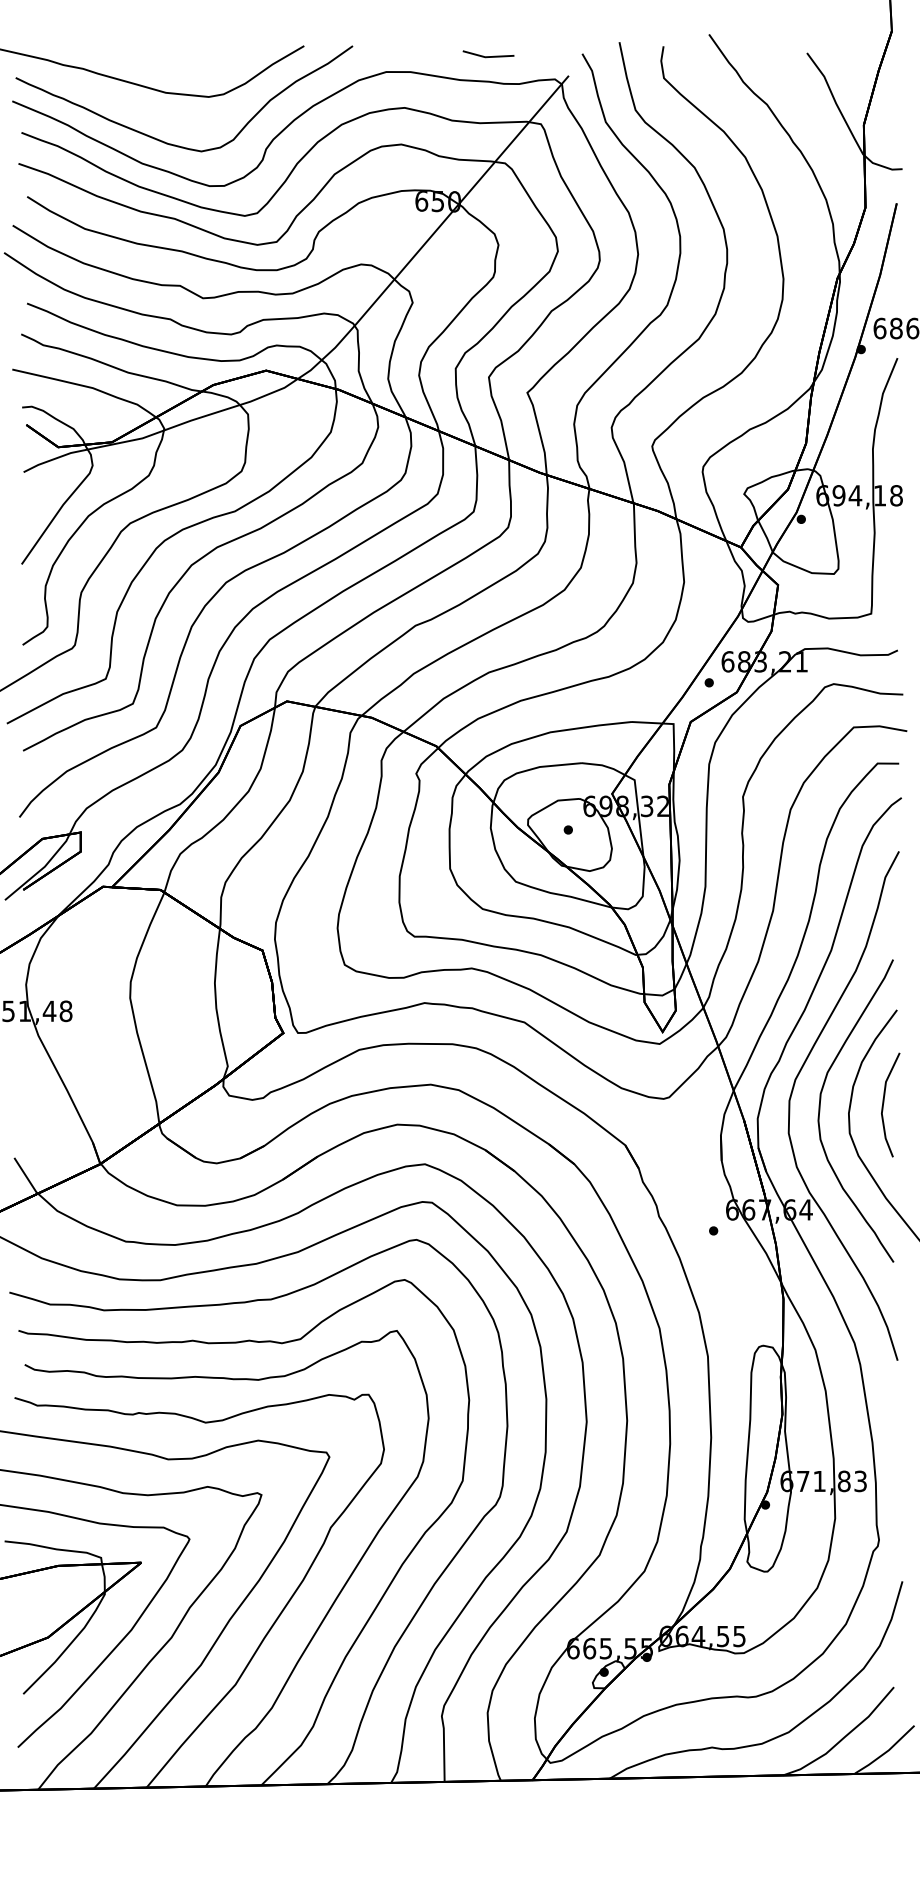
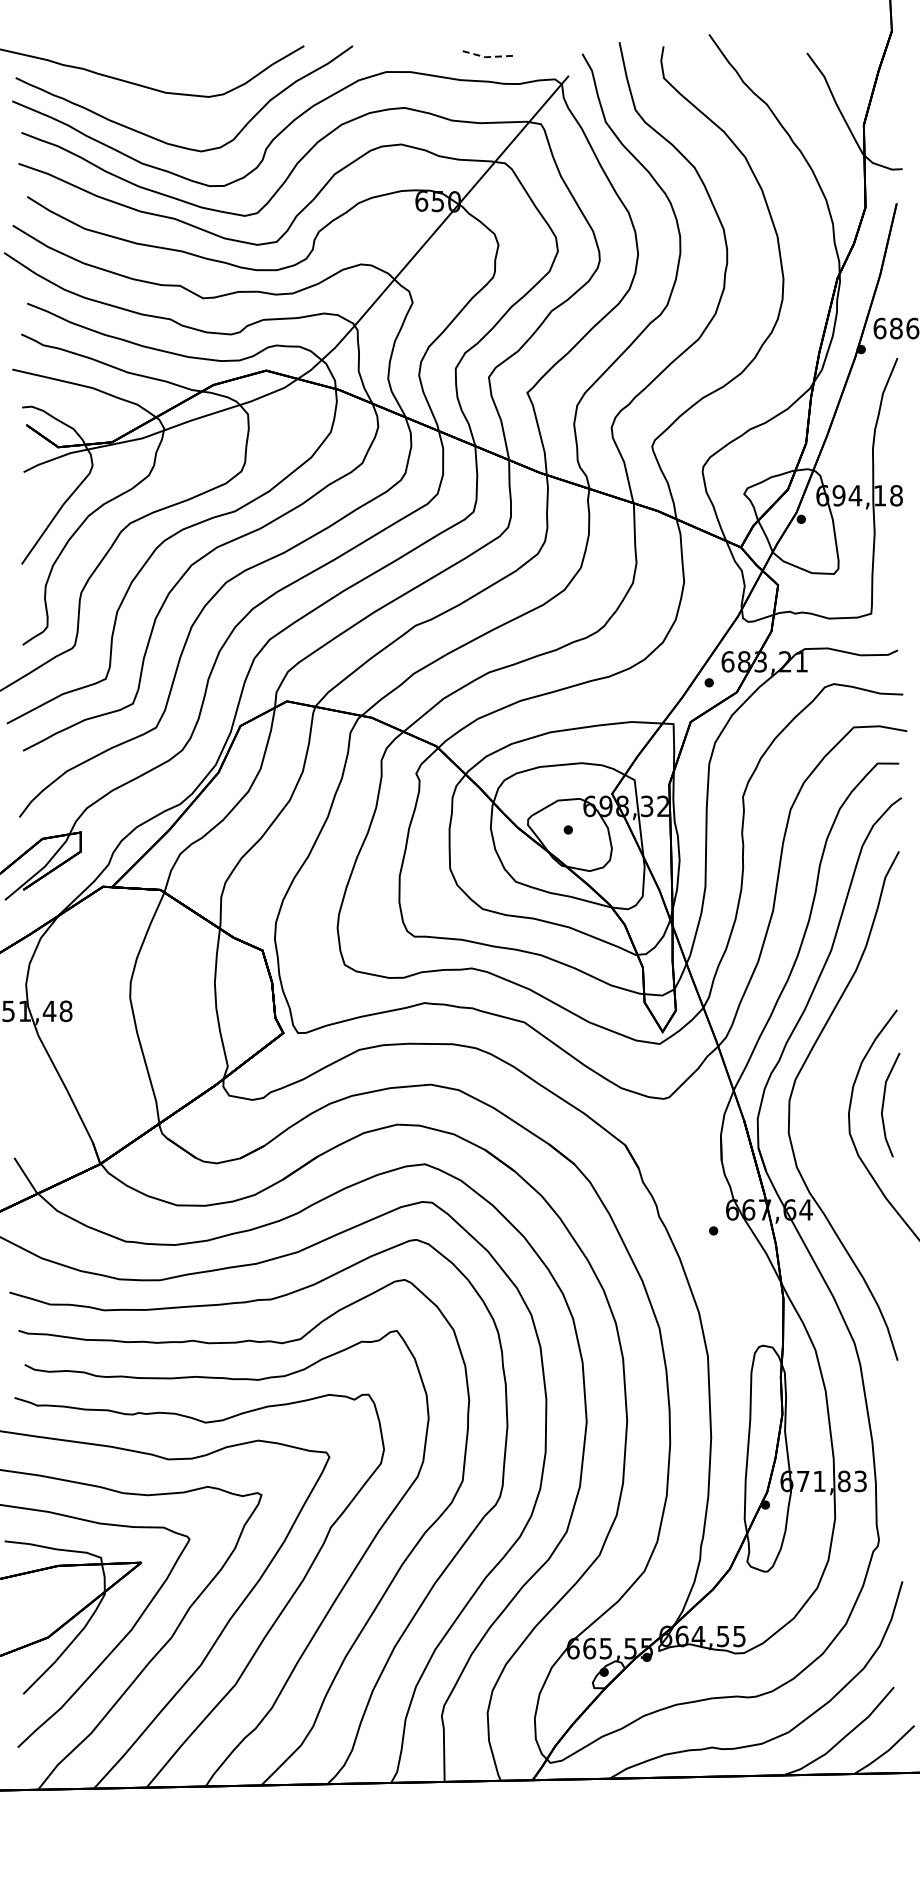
line at (488, 57): solid -> dashed
curve at (820, 1110): present -> none
